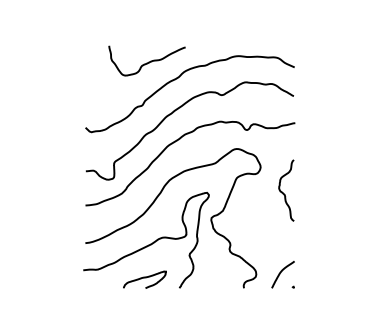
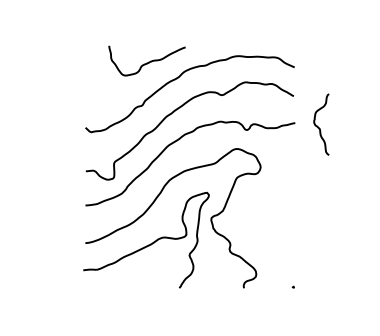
curve at (283, 192) position: (283, 192) -> (318, 126)
curve at (280, 274): present -> none
curve at (144, 278): present -> none
